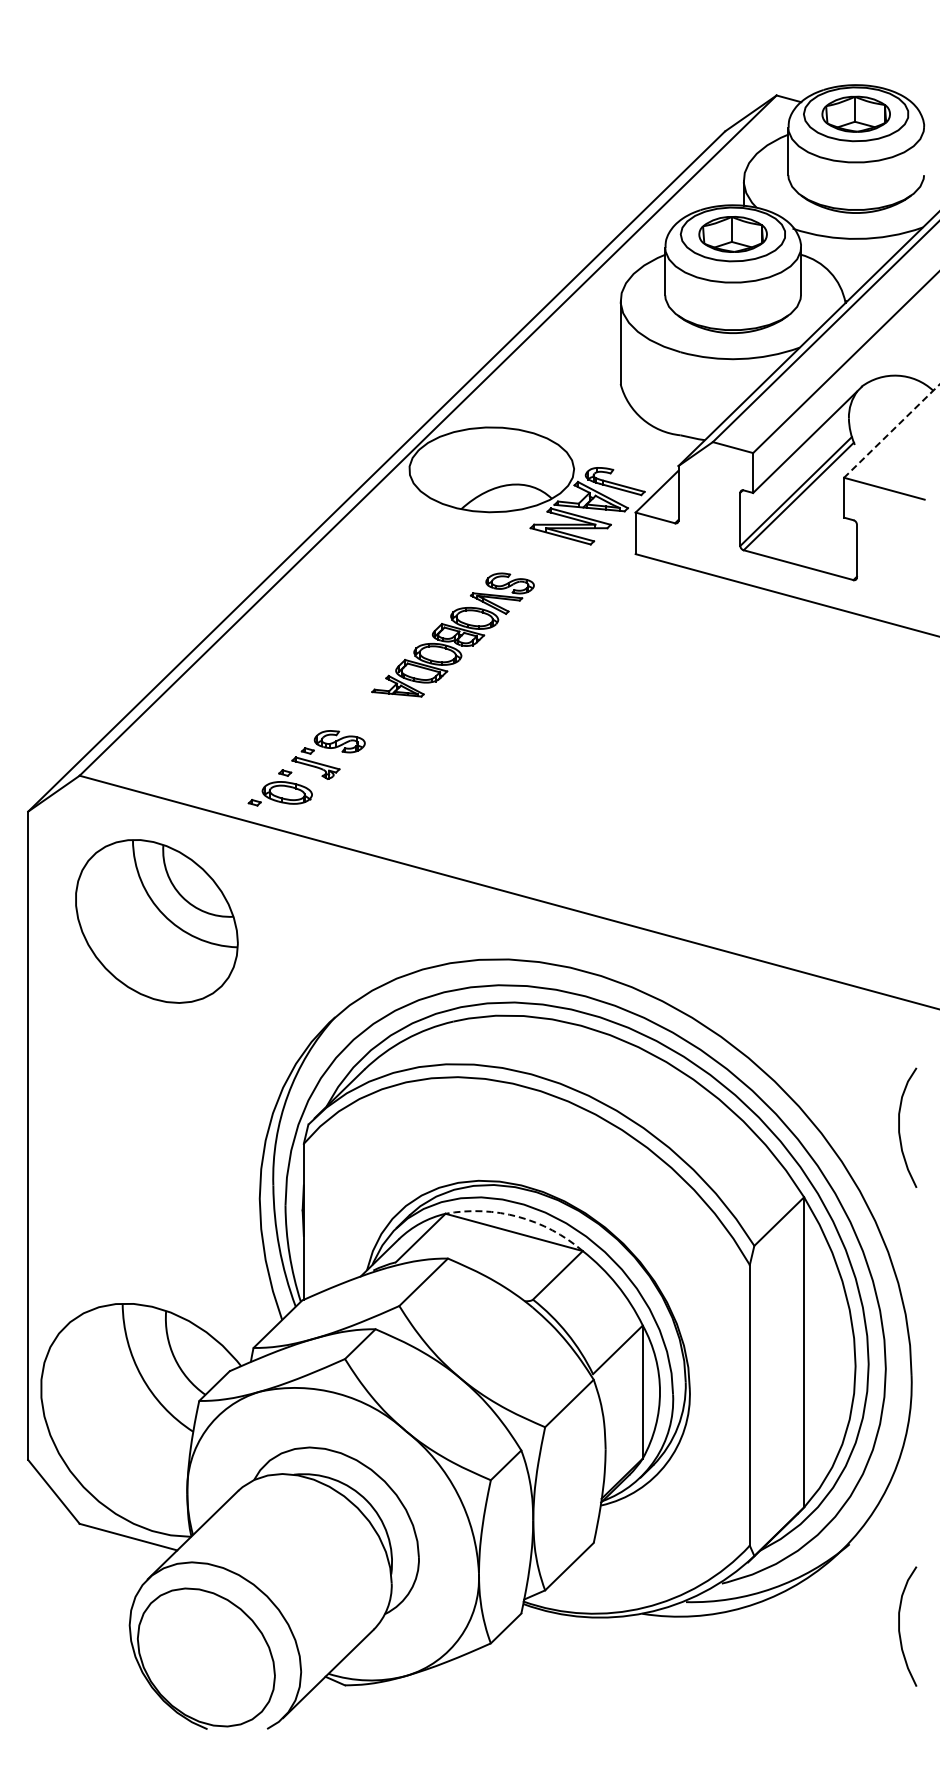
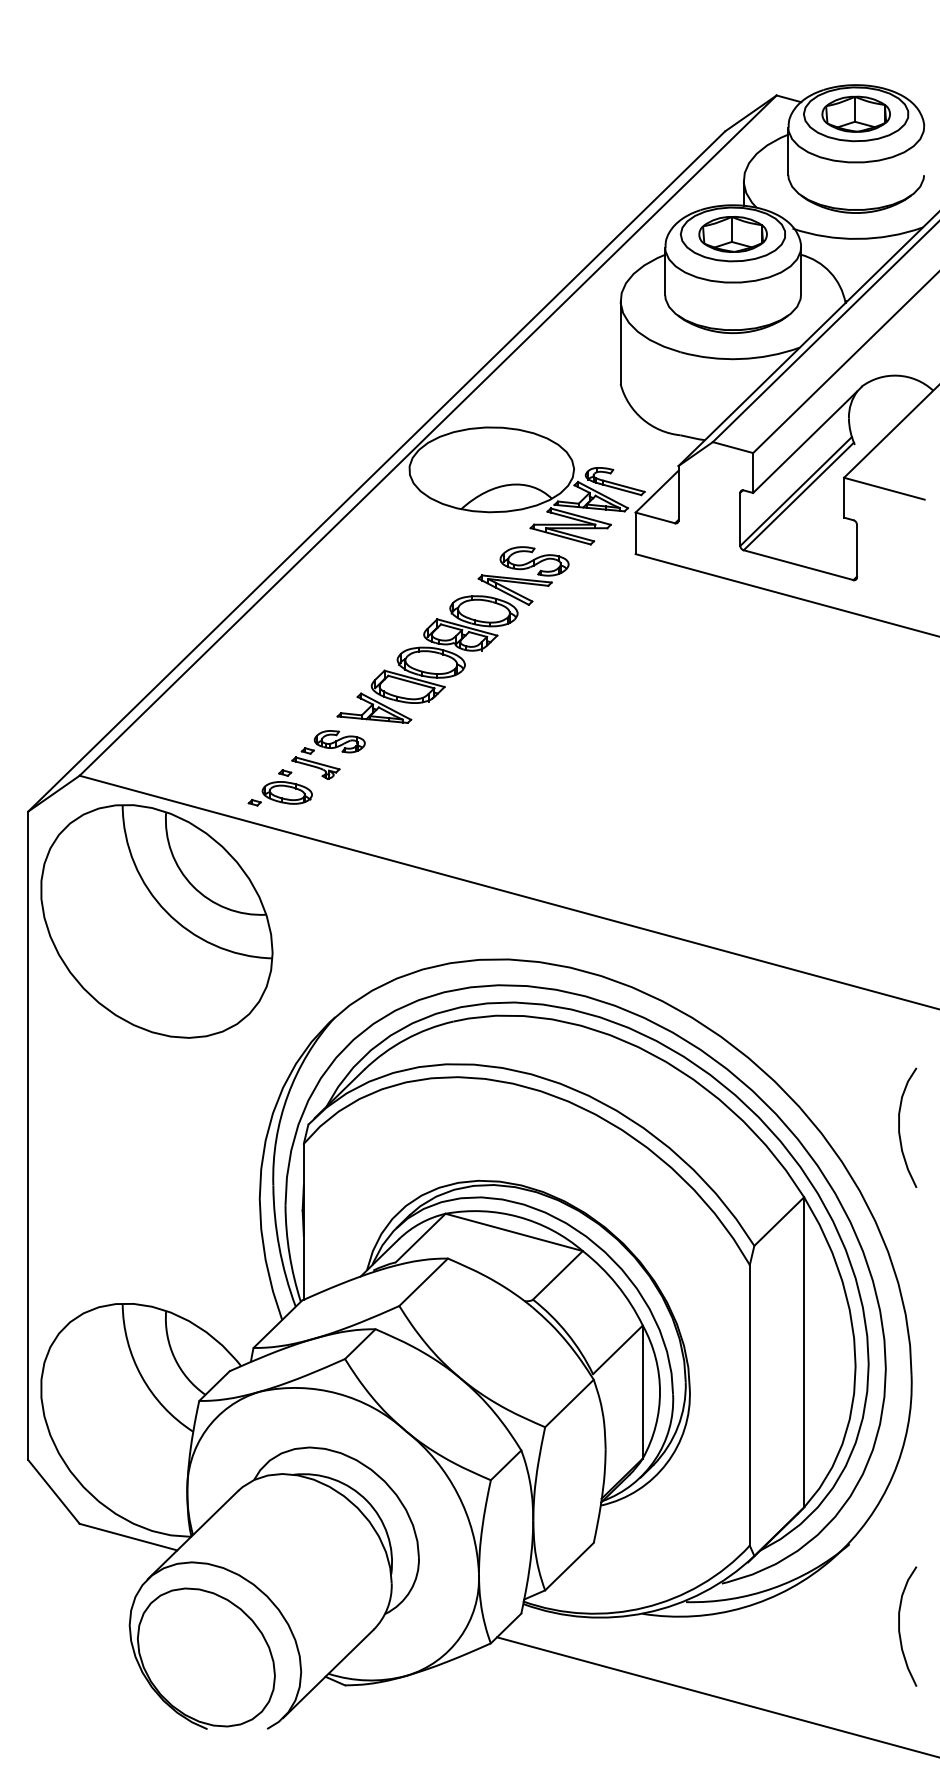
line at (891, 431): dashed -> solid
part at (452, 634) size: 164x126 px -> 234x178 px
part at (156, 921) size: 164x165 px -> 234x235 px
arc at (518, 1216): dashed -> solid
line at (716, 1696): none -> present
